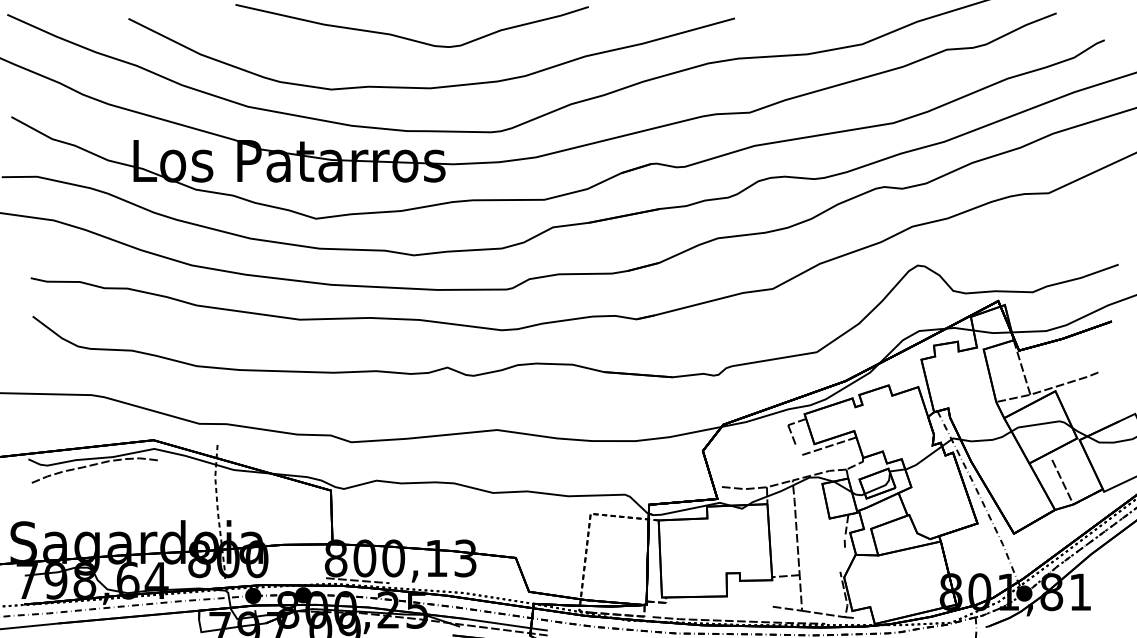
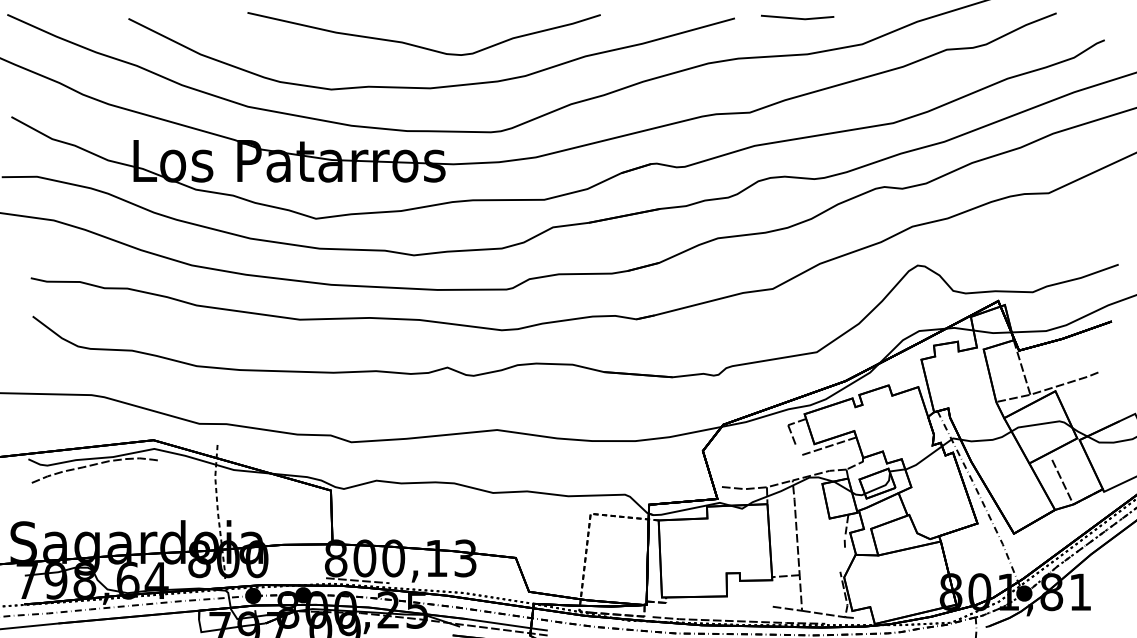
line at (797, 17): none -> present
curve at (406, 37) position: (406, 37) -> (418, 45)
